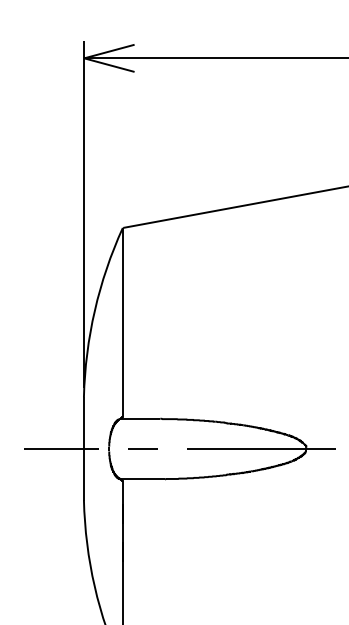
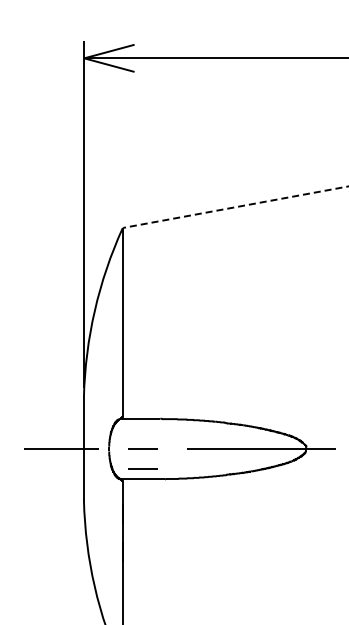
line at (235, 207): solid -> dashed
line at (142, 468): none -> present
